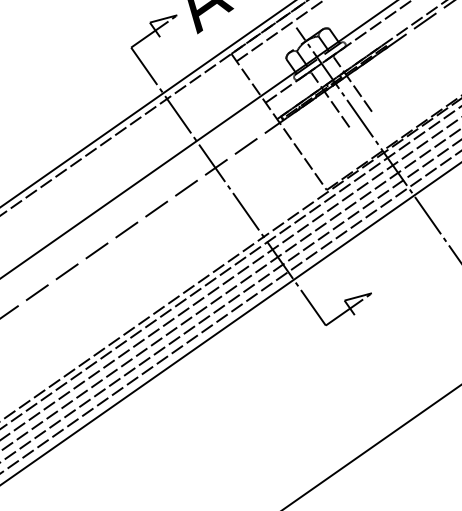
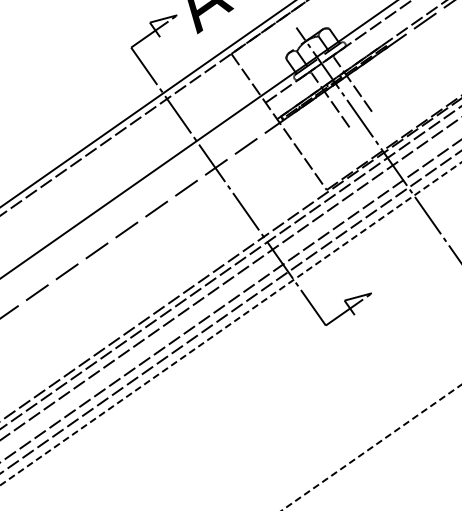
line at (278, 31): present -> none
line at (230, 289): present -> none
line at (230, 324): solid -> dashed
line at (371, 447): solid -> dashed
